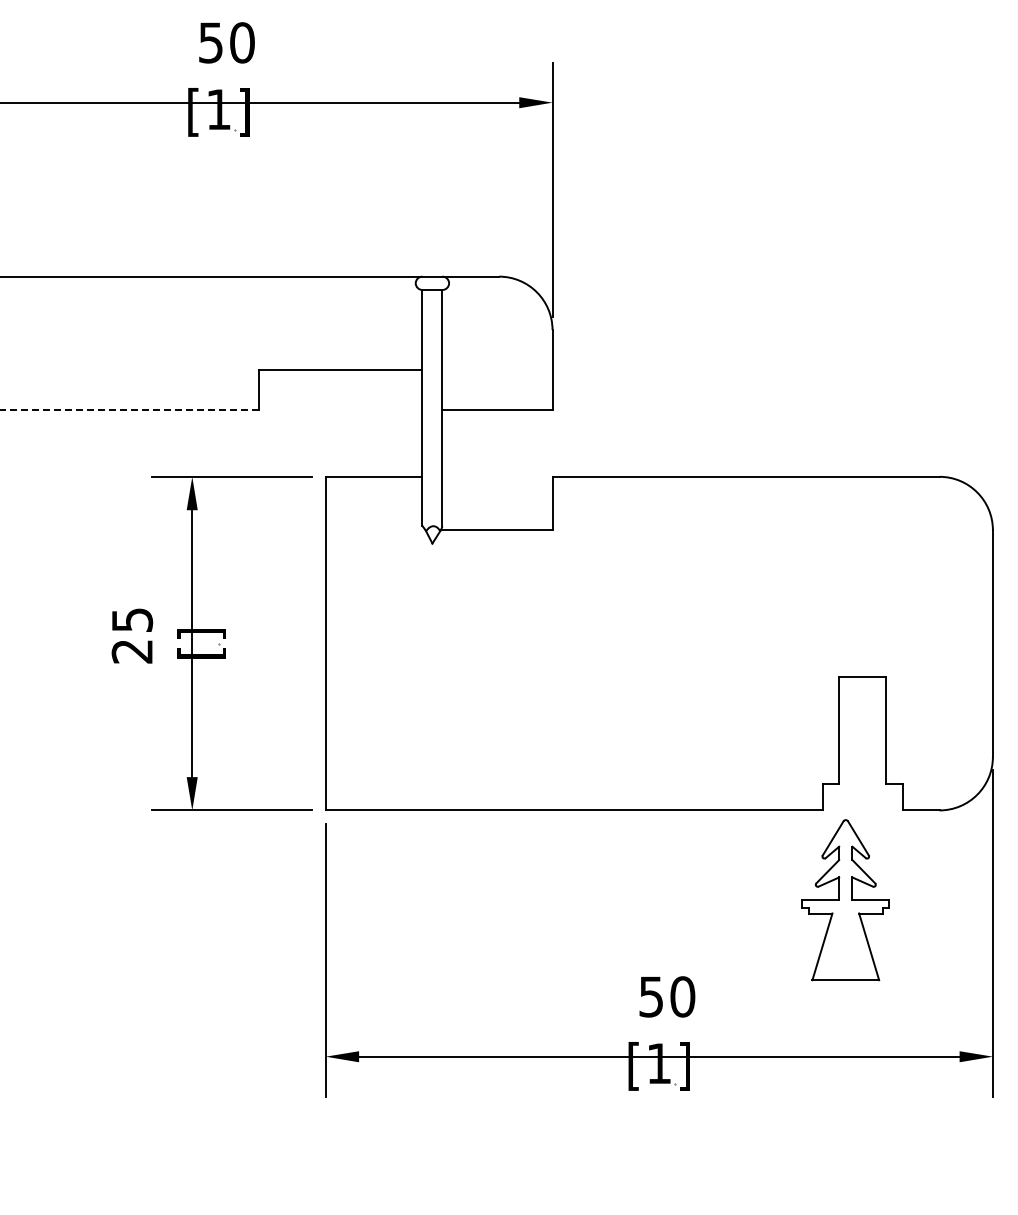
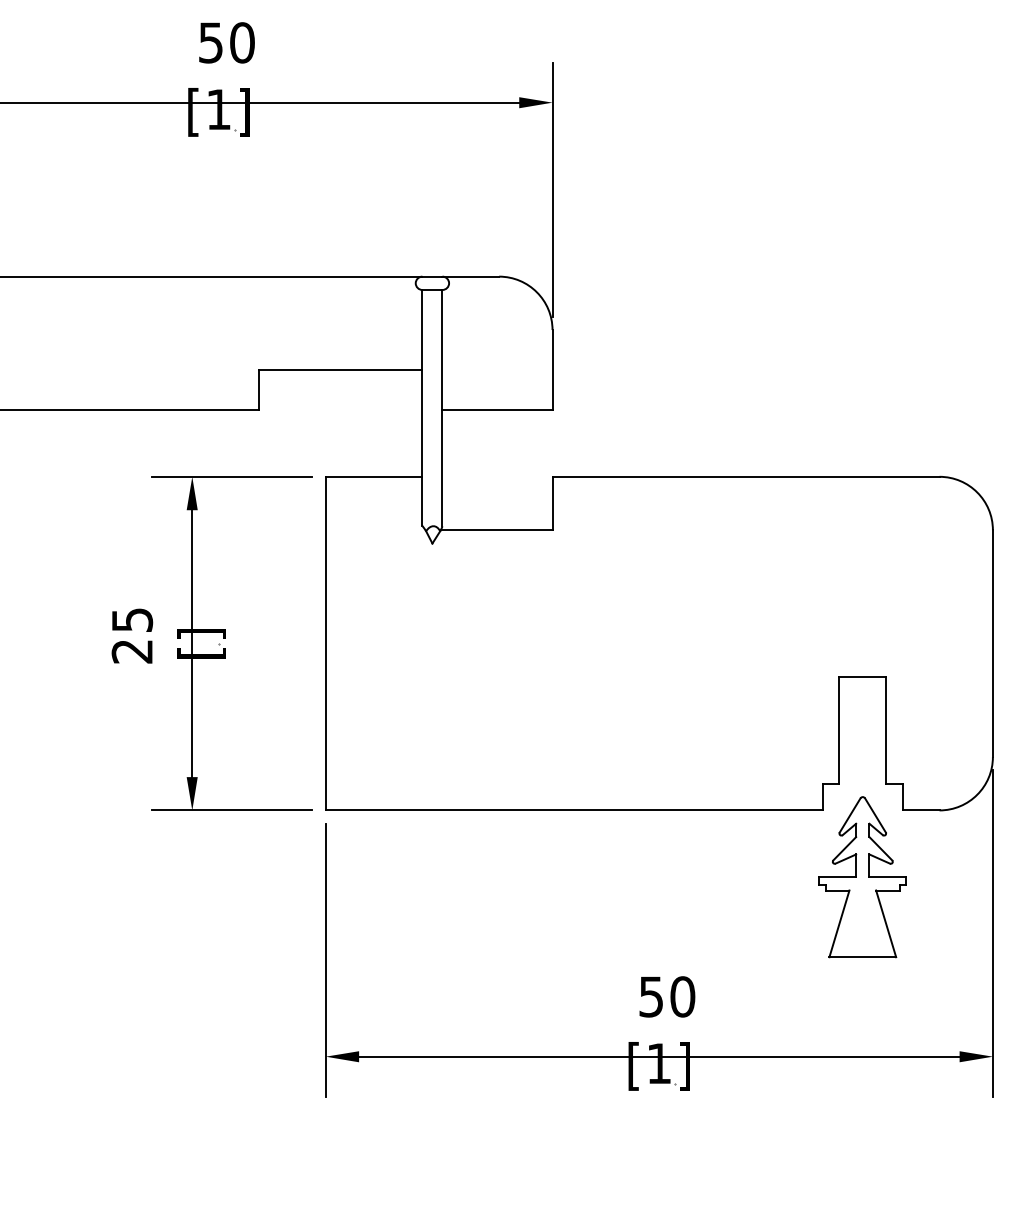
line at (129, 410): dashed -> solid
part at (845, 900) position: (845, 900) -> (862, 877)
